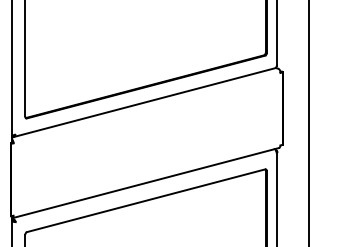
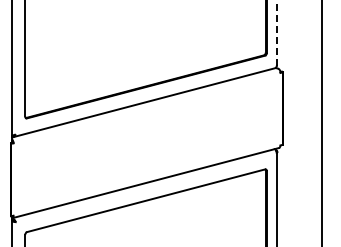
line at (277, 32): solid -> dashed
line at (308, 122) position: (308, 122) -> (321, 122)
